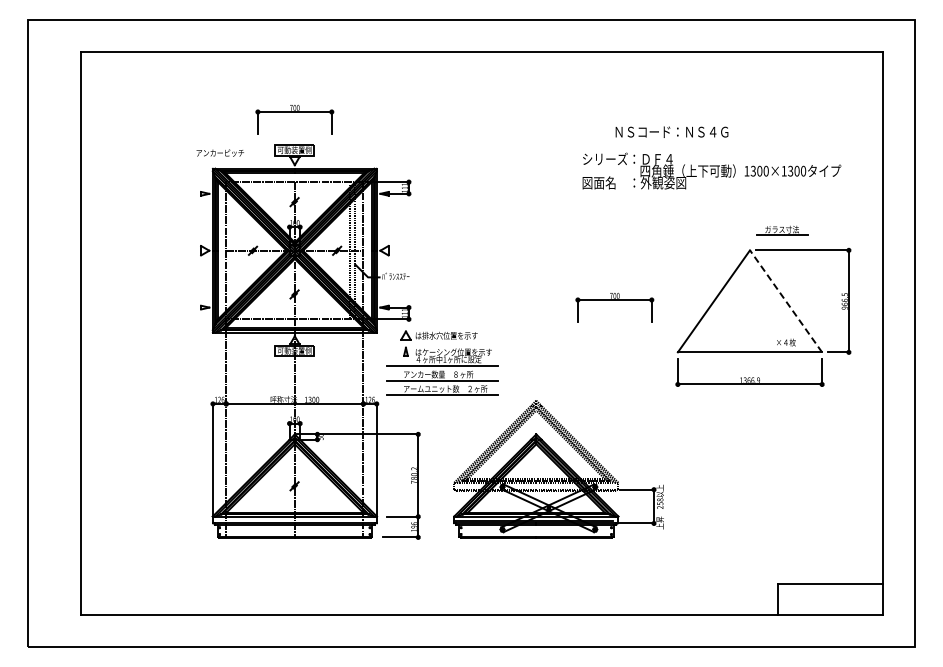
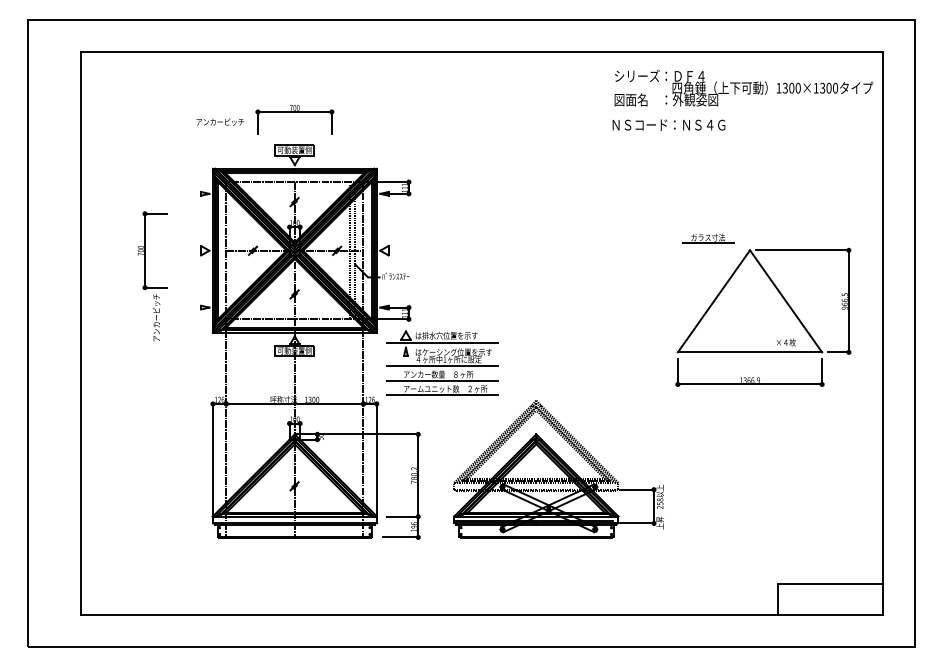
text at (671, 131) position: (671, 131) -> (668, 124)
text at (219, 152) position: (219, 152) -> (219, 121)
text at (711, 170) position: (711, 170) -> (743, 87)
part at (782, 230) position: (782, 230) -> (708, 238)
part at (145, 276): none -> present
part at (614, 300): present -> none
line at (785, 300): dashed -> solid
line at (442, 342): none -> present
